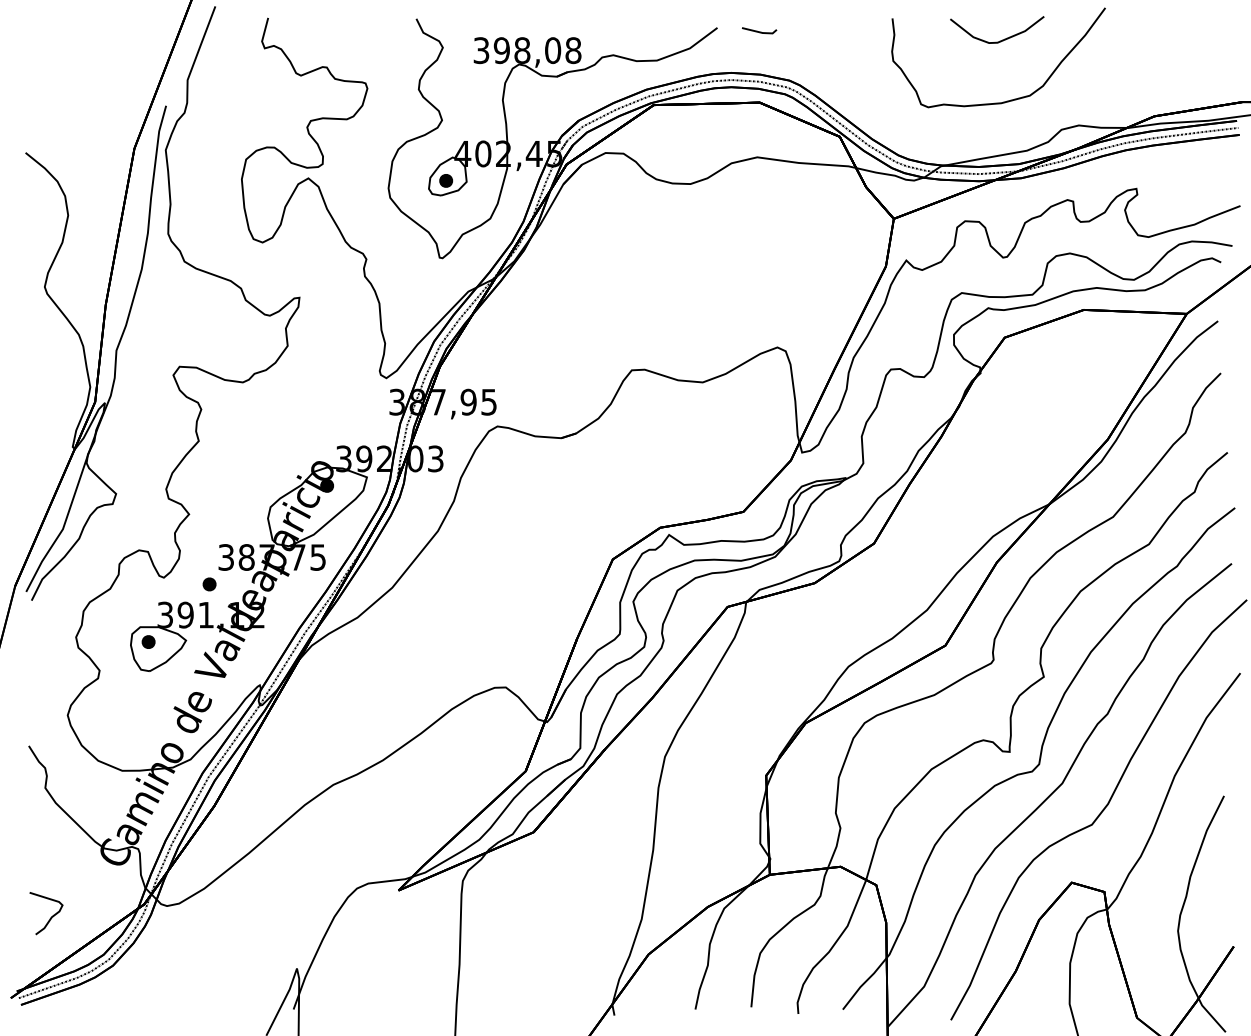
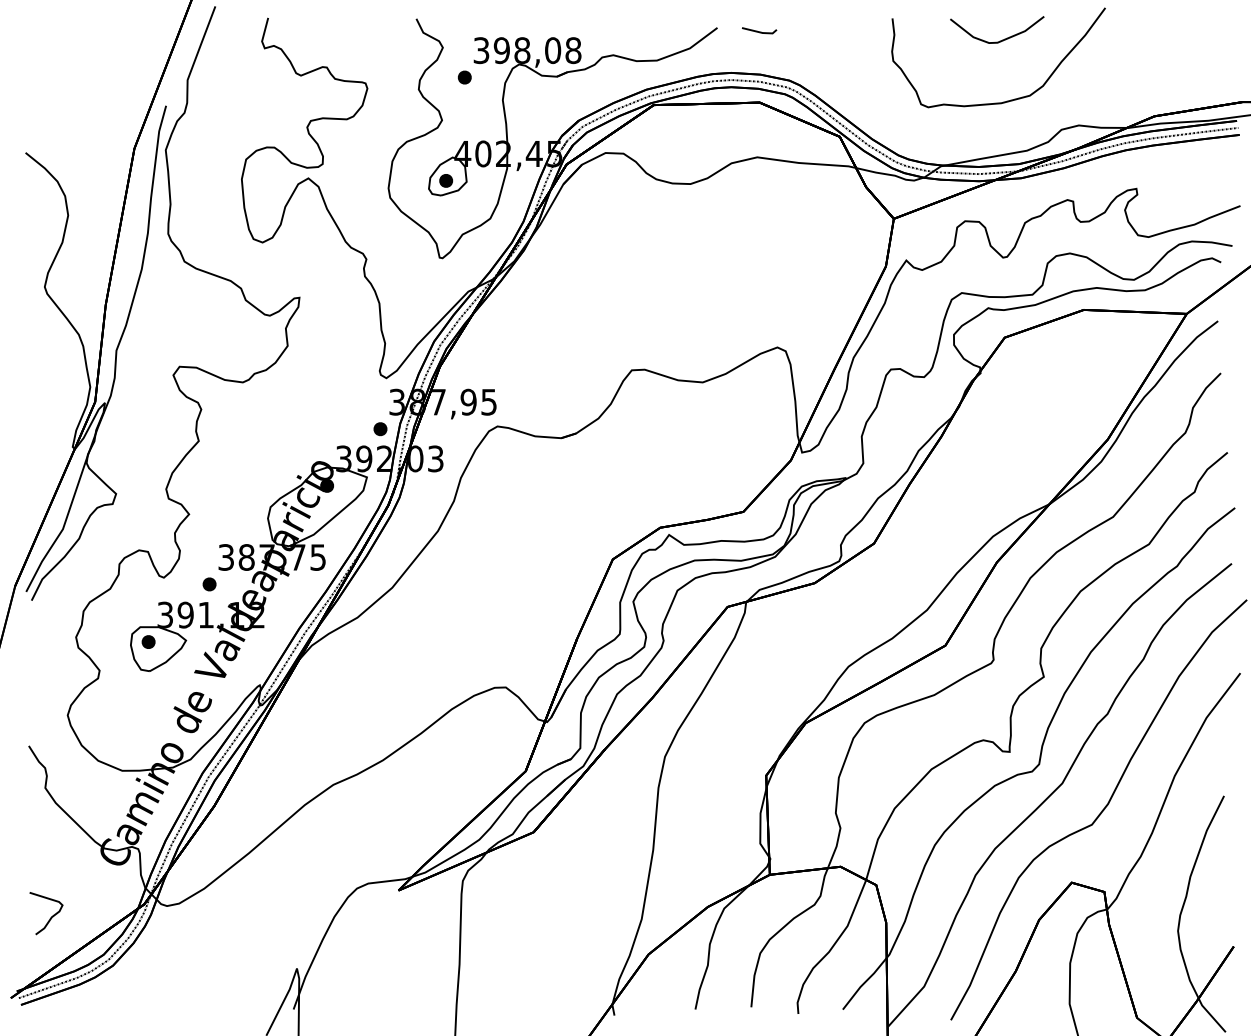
part at (464, 77): none -> present
part at (380, 429): none -> present
